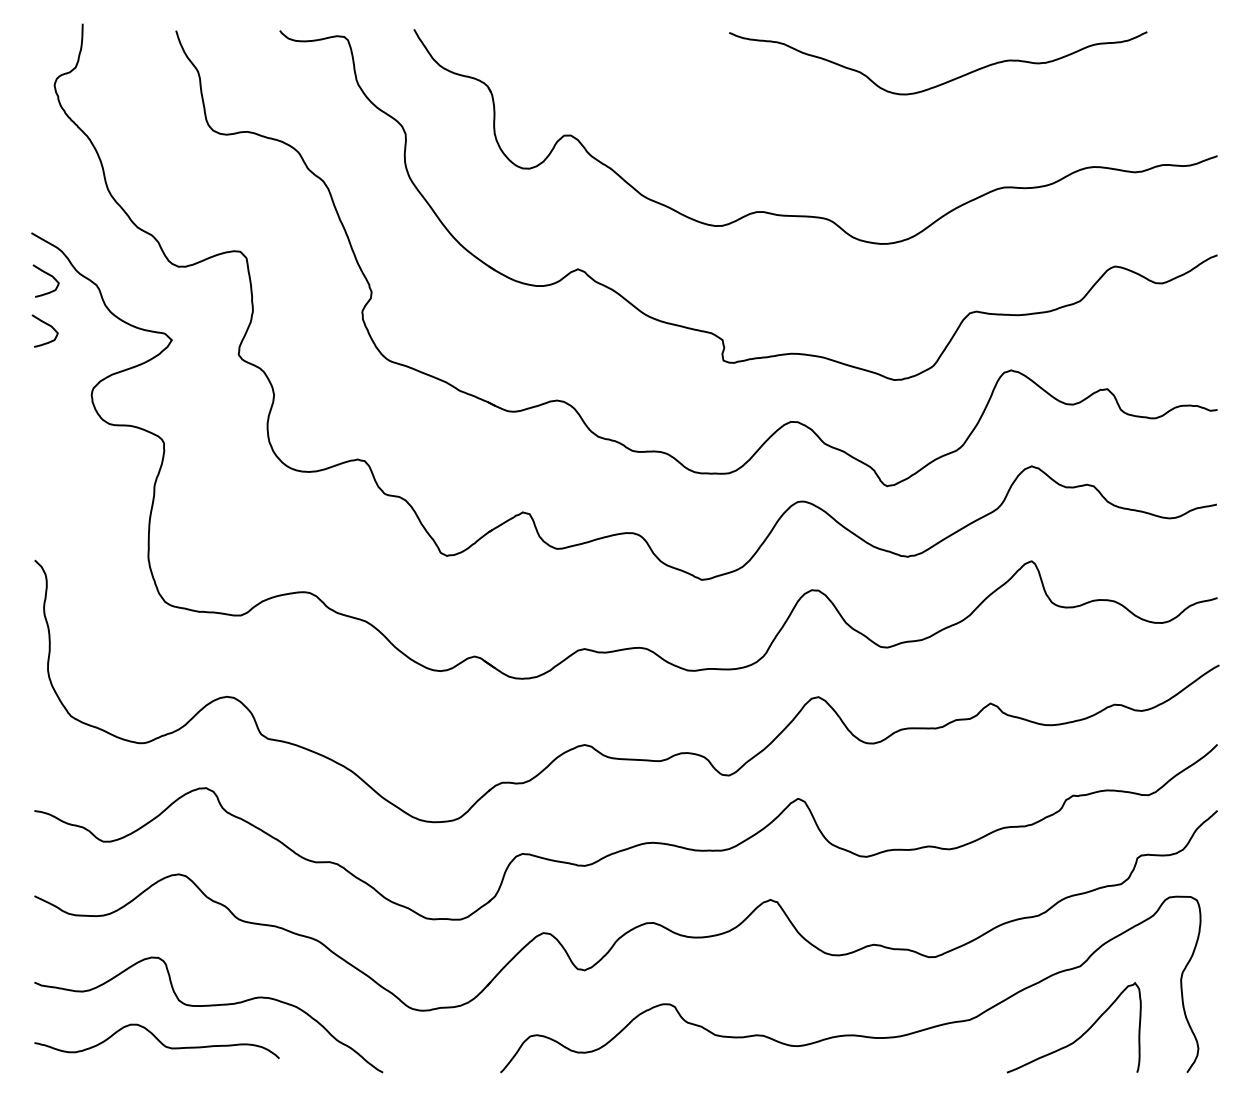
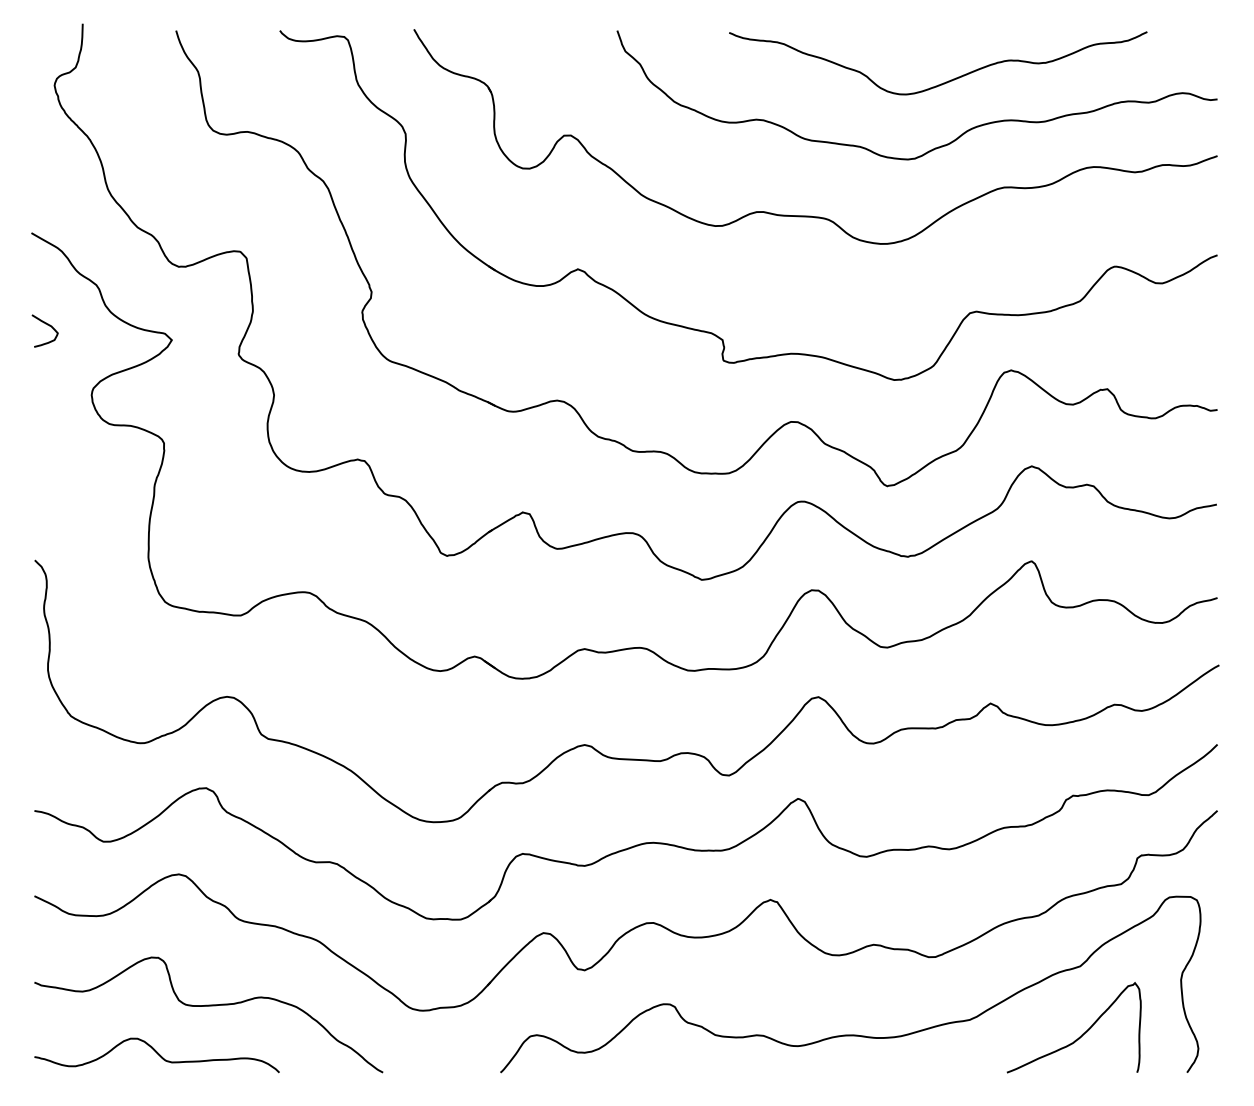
curve at (935, 147): none -> present
curve at (48, 275): present -> none
curve at (157, 1040) position: (157, 1040) -> (157, 1054)
